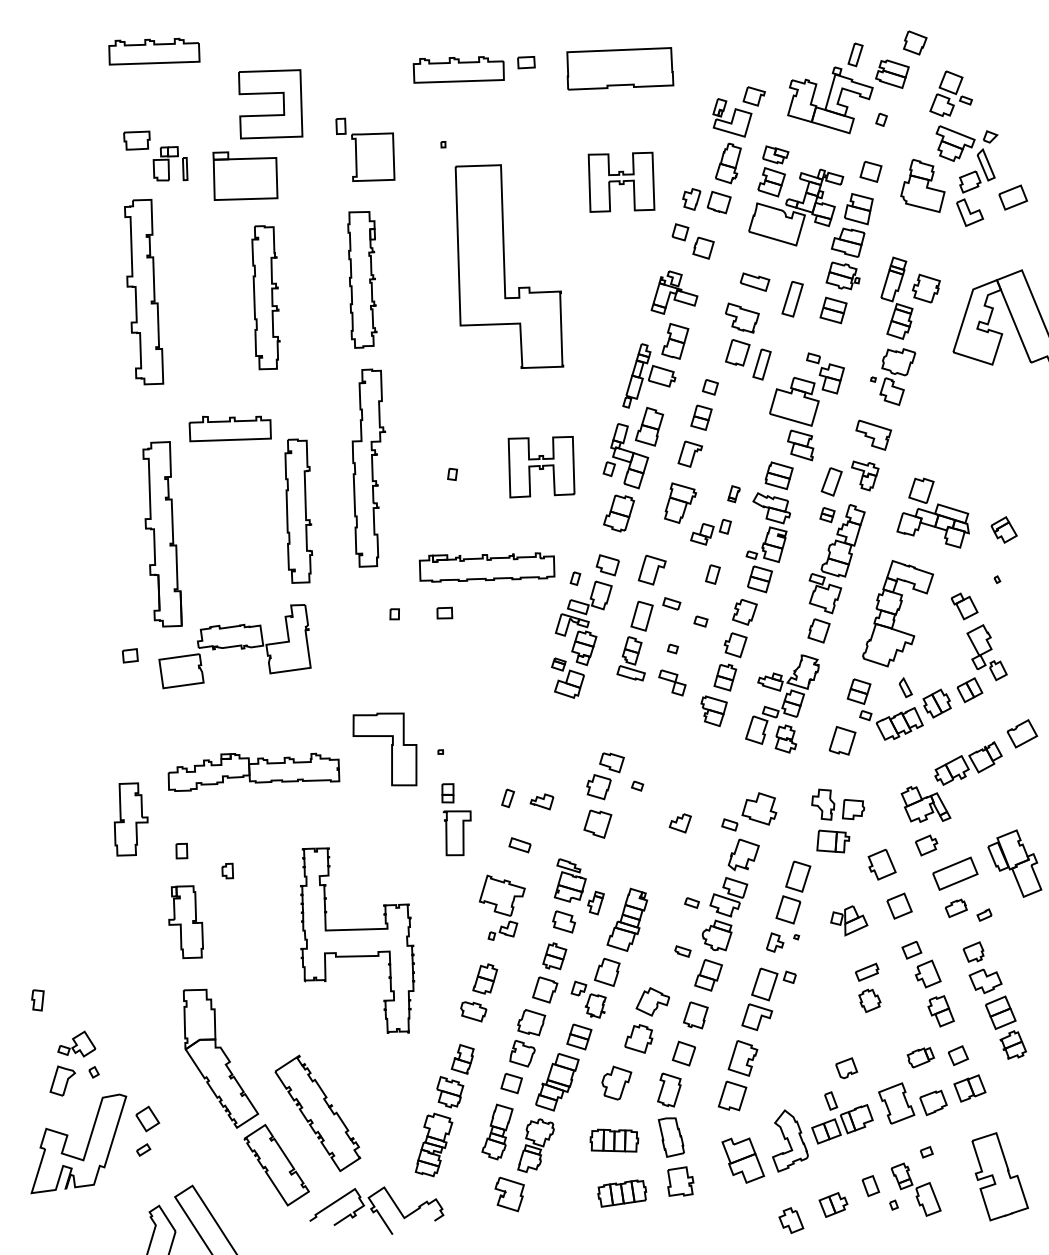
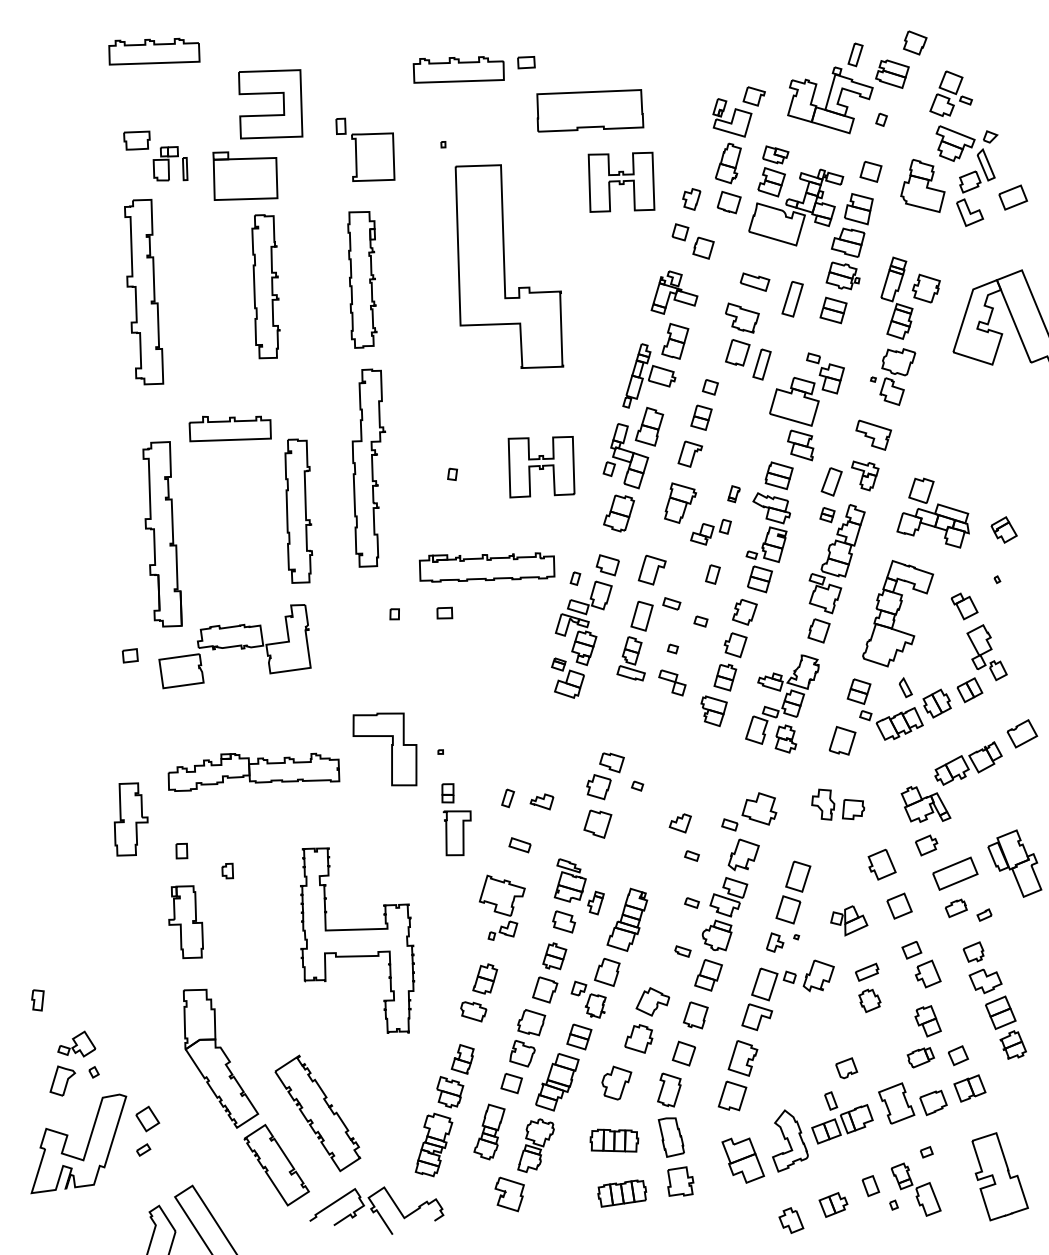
part at (620, 68) position: (620, 68) -> (590, 110)
part at (718, 202) position: (718, 202) -> (728, 202)
part at (265, 297) position: (265, 297) -> (265, 286)
part at (833, 841): present -> none
part at (691, 855): none -> present
part at (818, 975): none -> present
part at (940, 1011) position: (940, 1011) -> (927, 1021)
part at (497, 1131) position: (497, 1131) -> (489, 1131)
